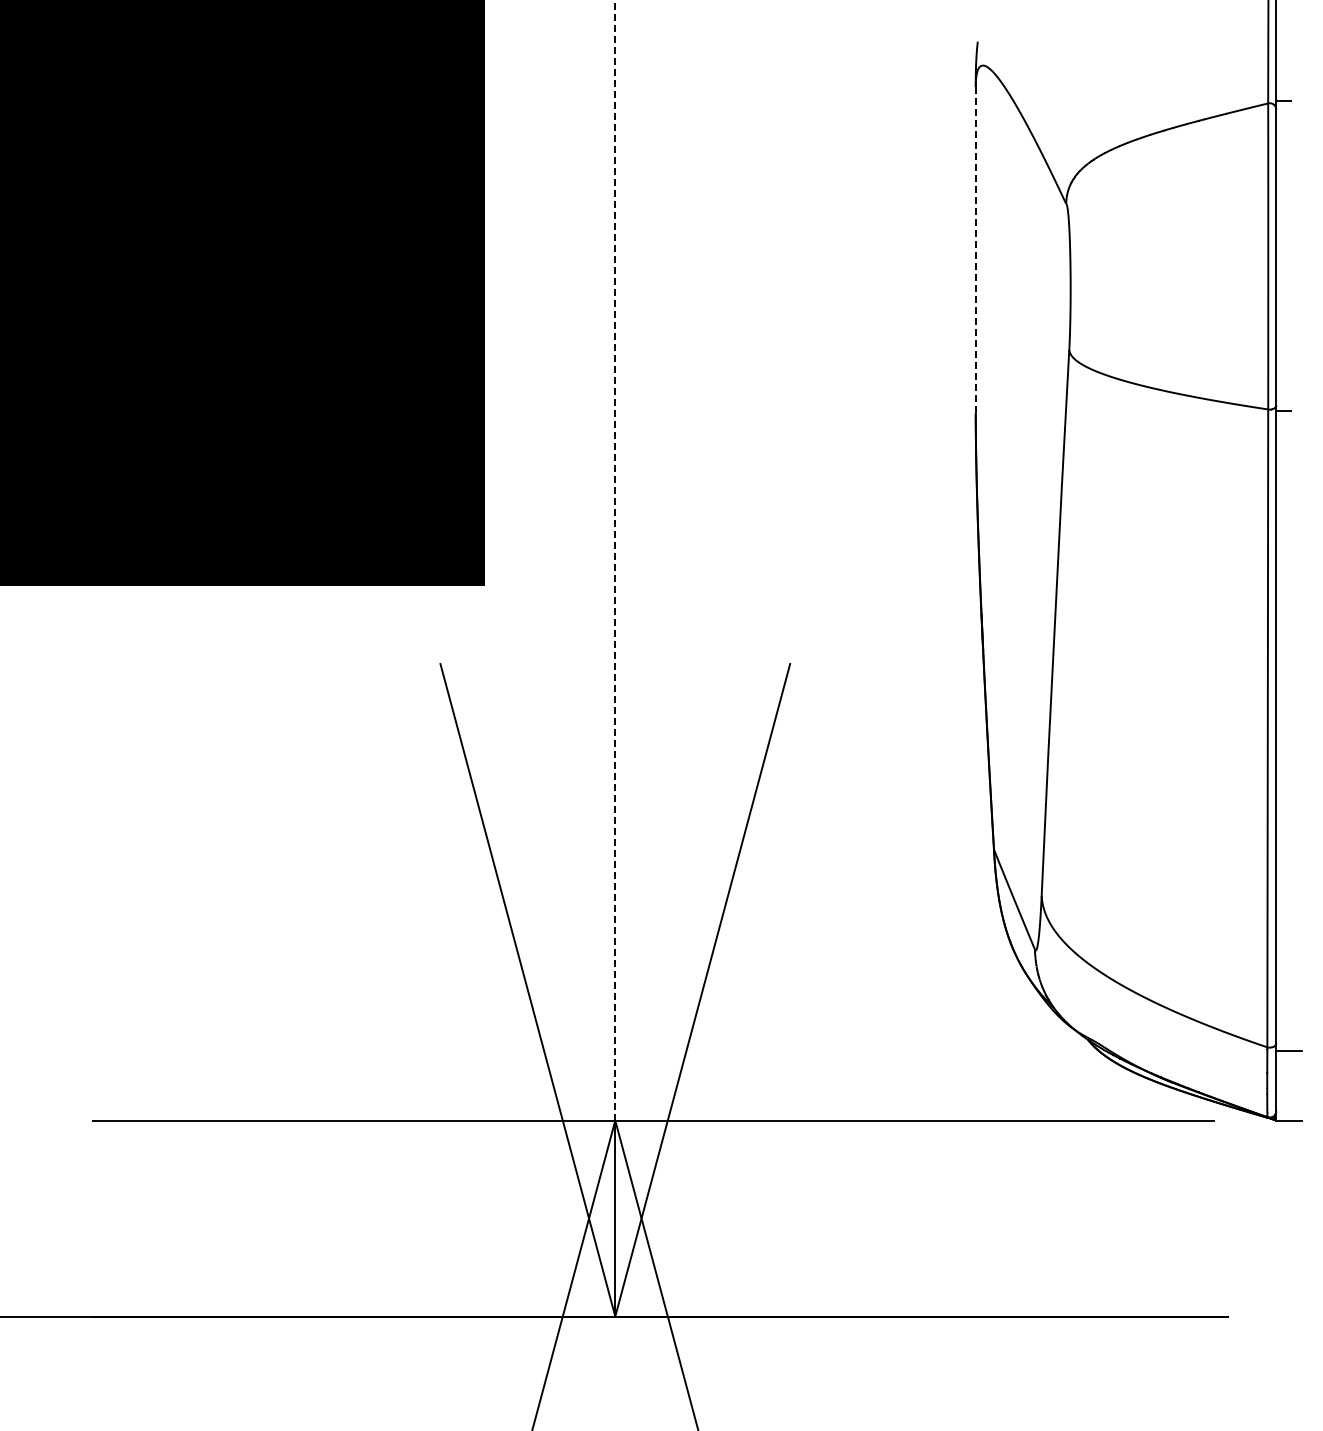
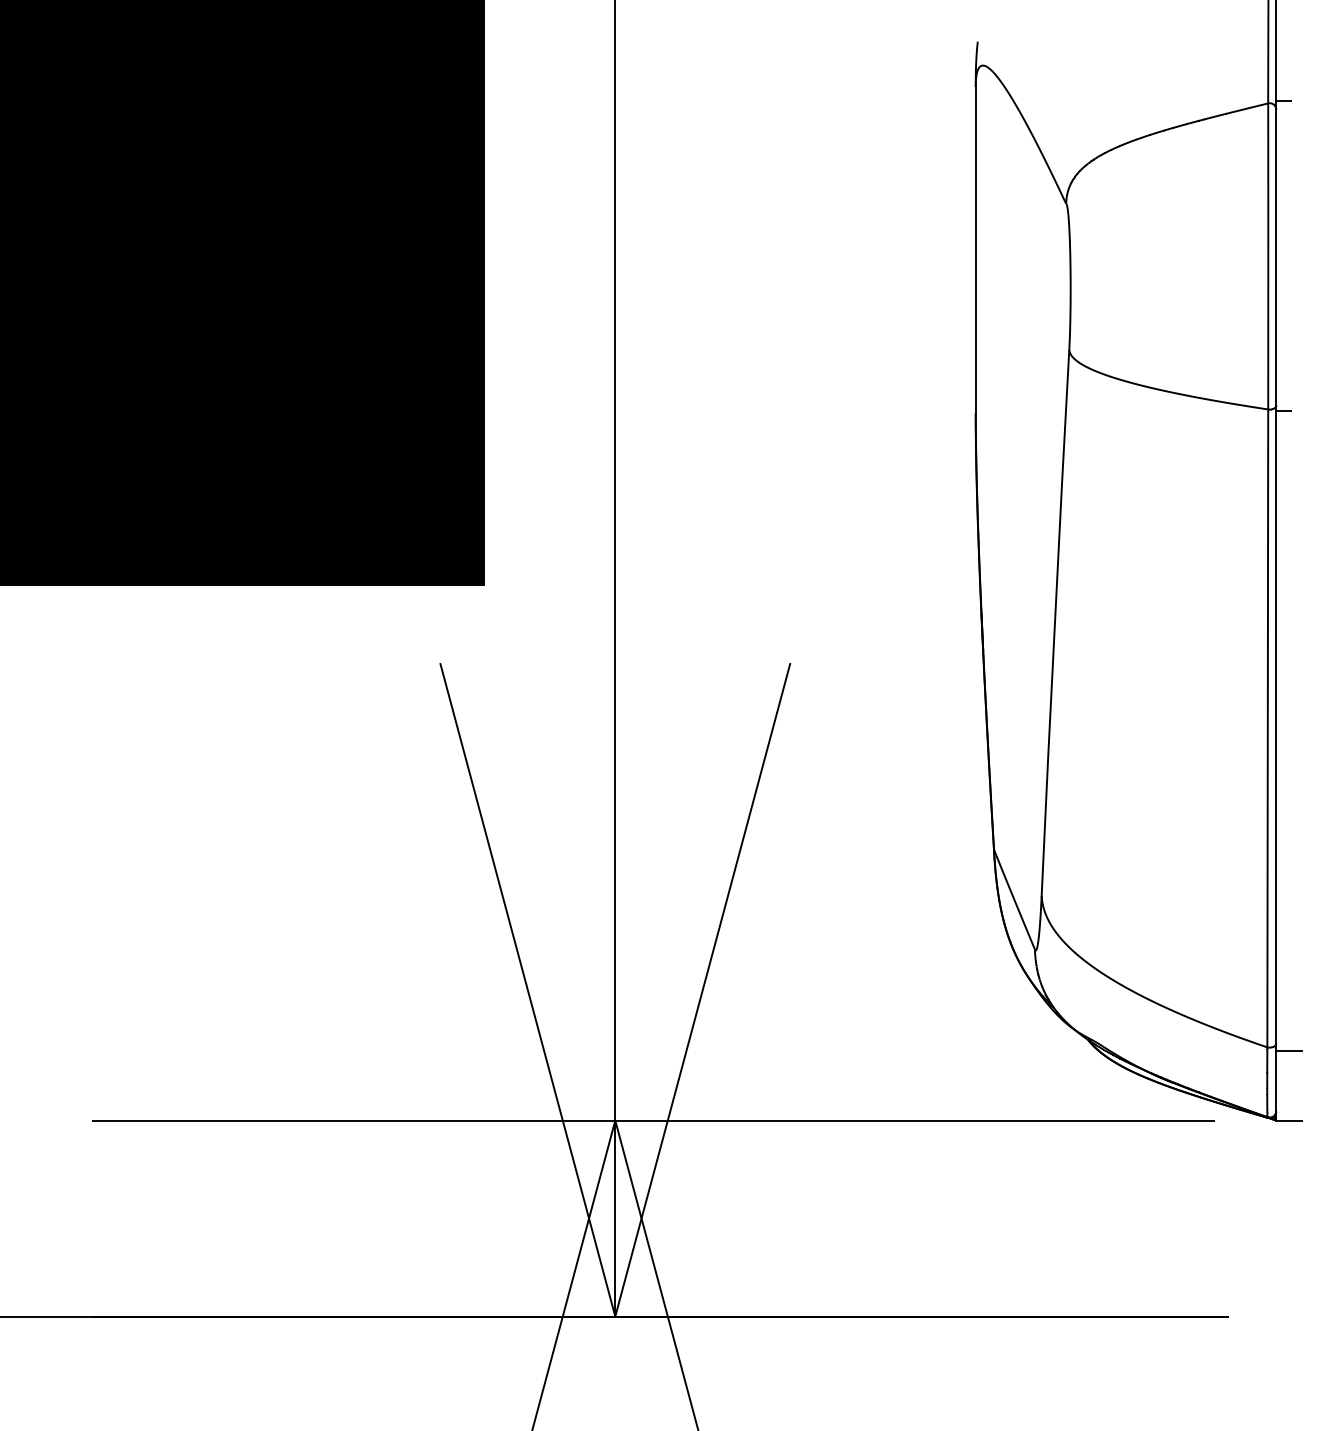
line at (975, 249): dashed -> solid
line at (615, 560): dashed -> solid
